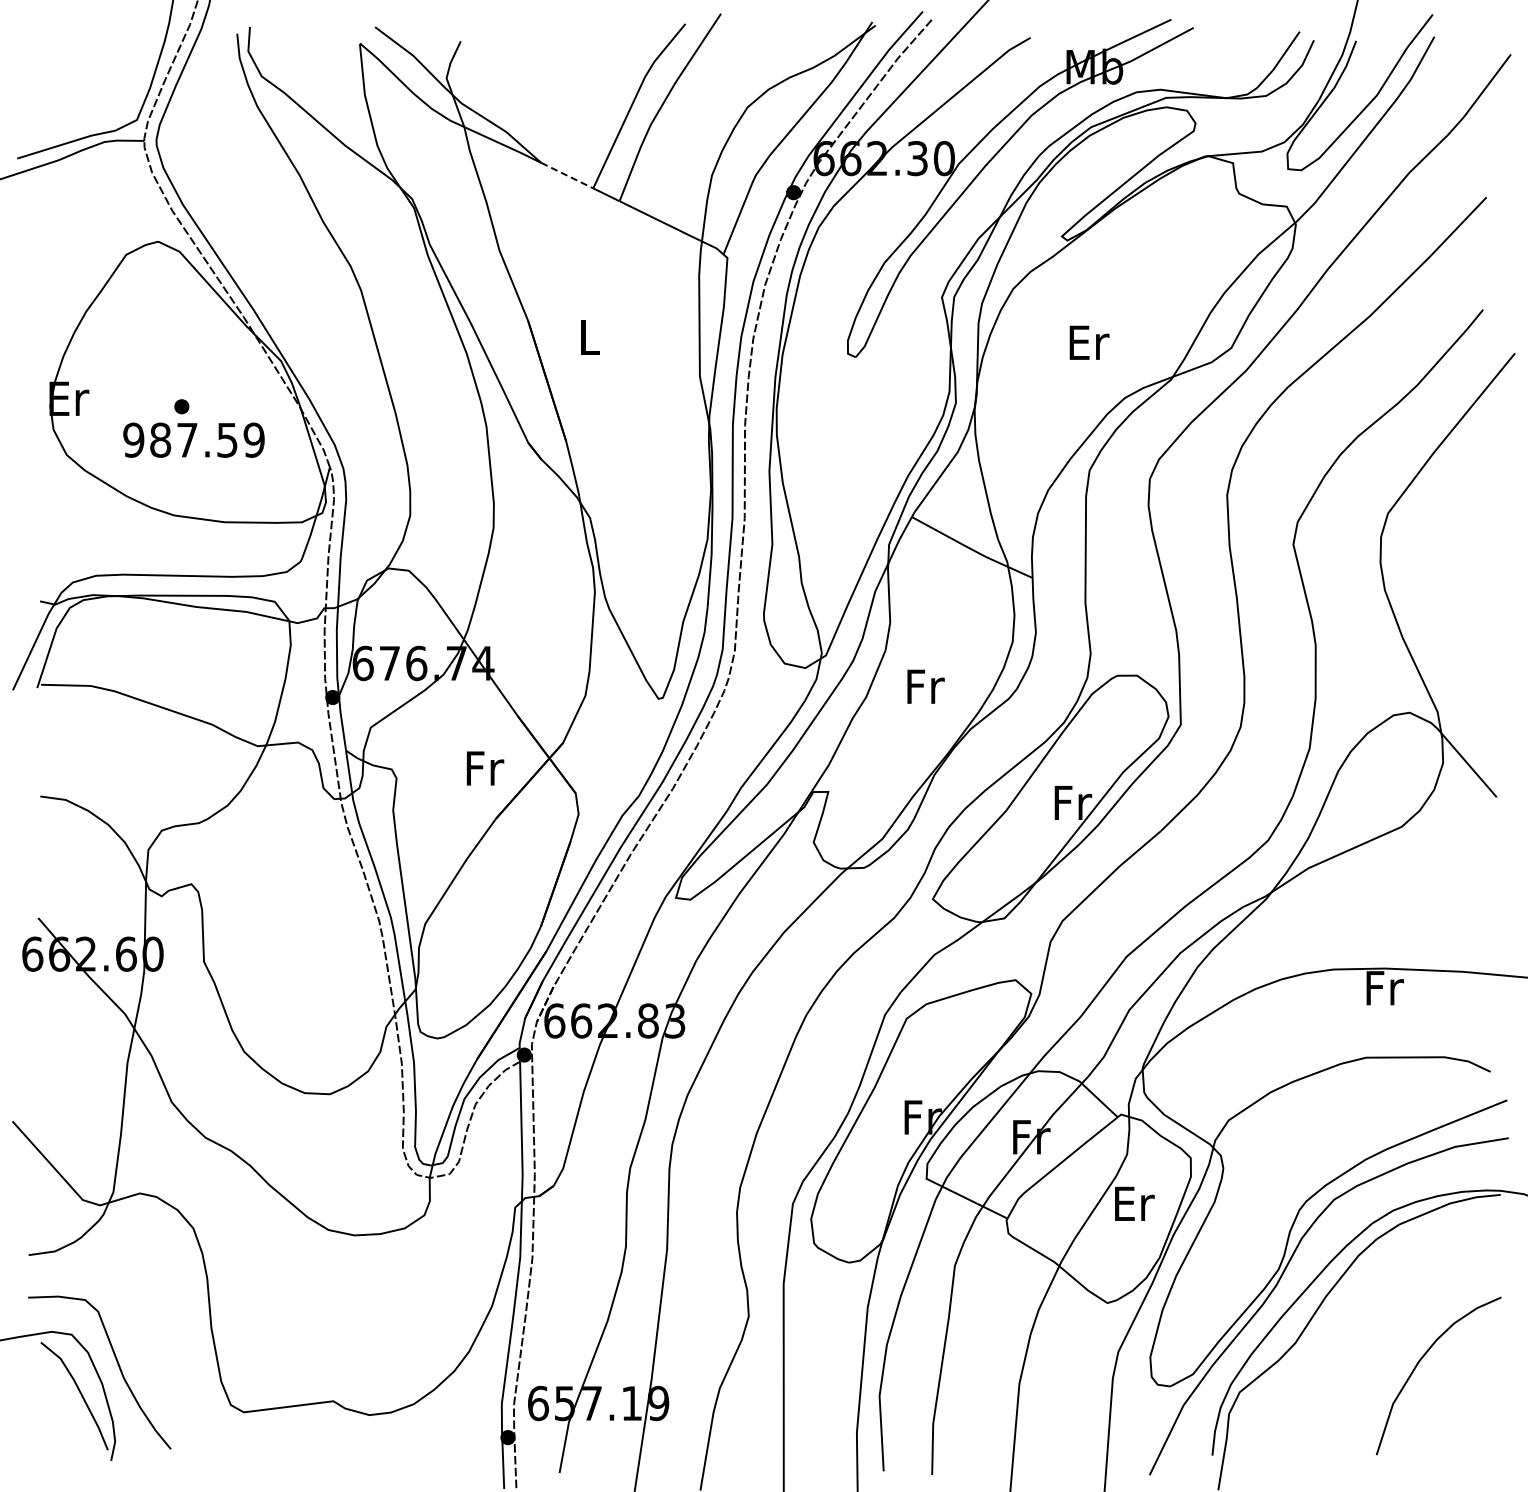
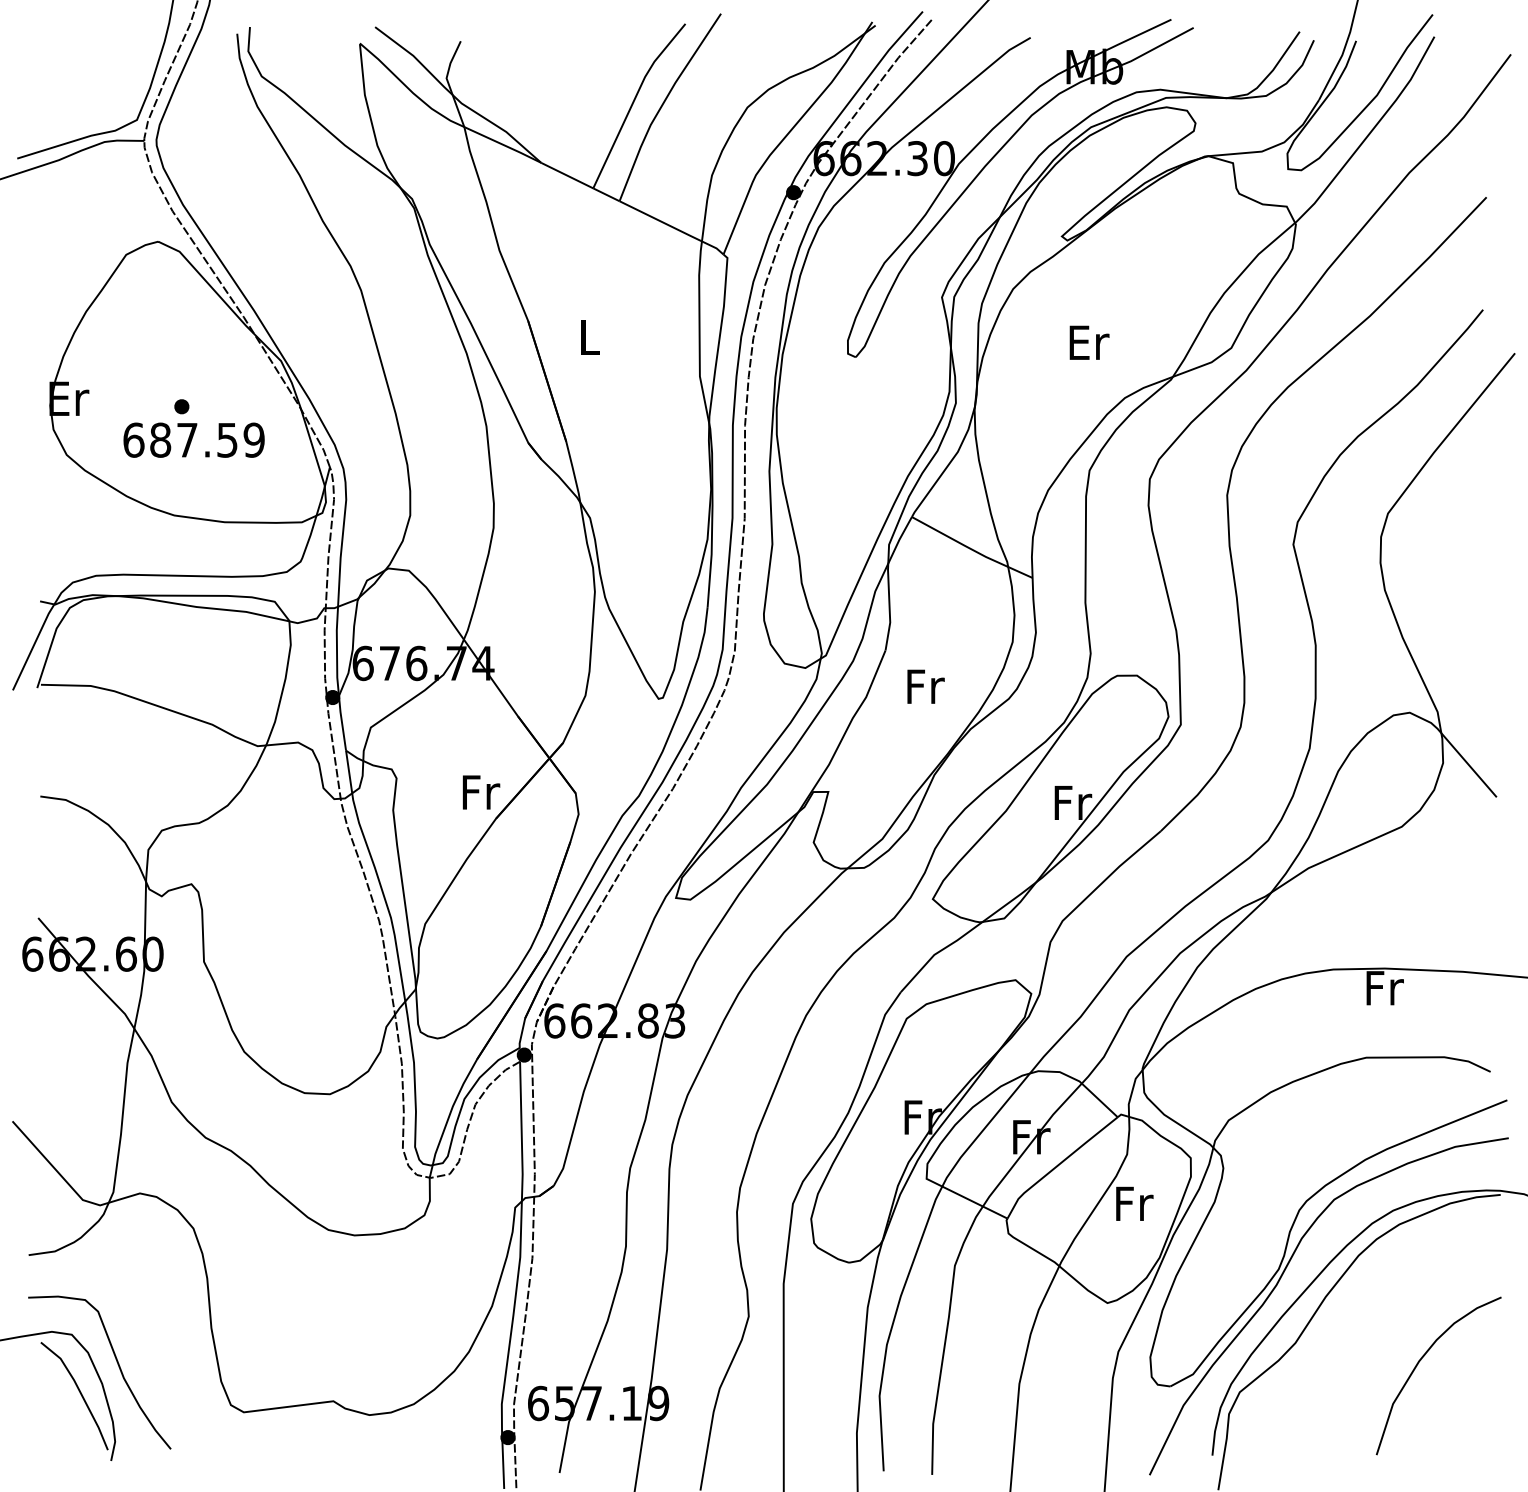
line at (567, 175): dashed -> solid
text at (133, 439): 987.59 -> 687.59
text at (485, 768) position: (485, 768) -> (481, 792)
text at (1134, 1203): Er -> Fr
